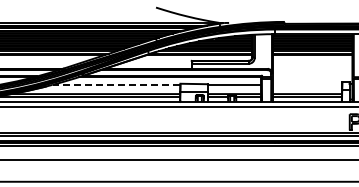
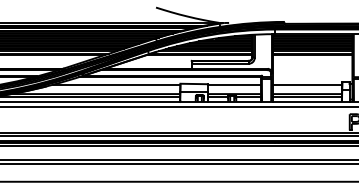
line at (116, 85): dashed -> solid
line at (307, 85): none -> present
line at (178, 164): none -> present
